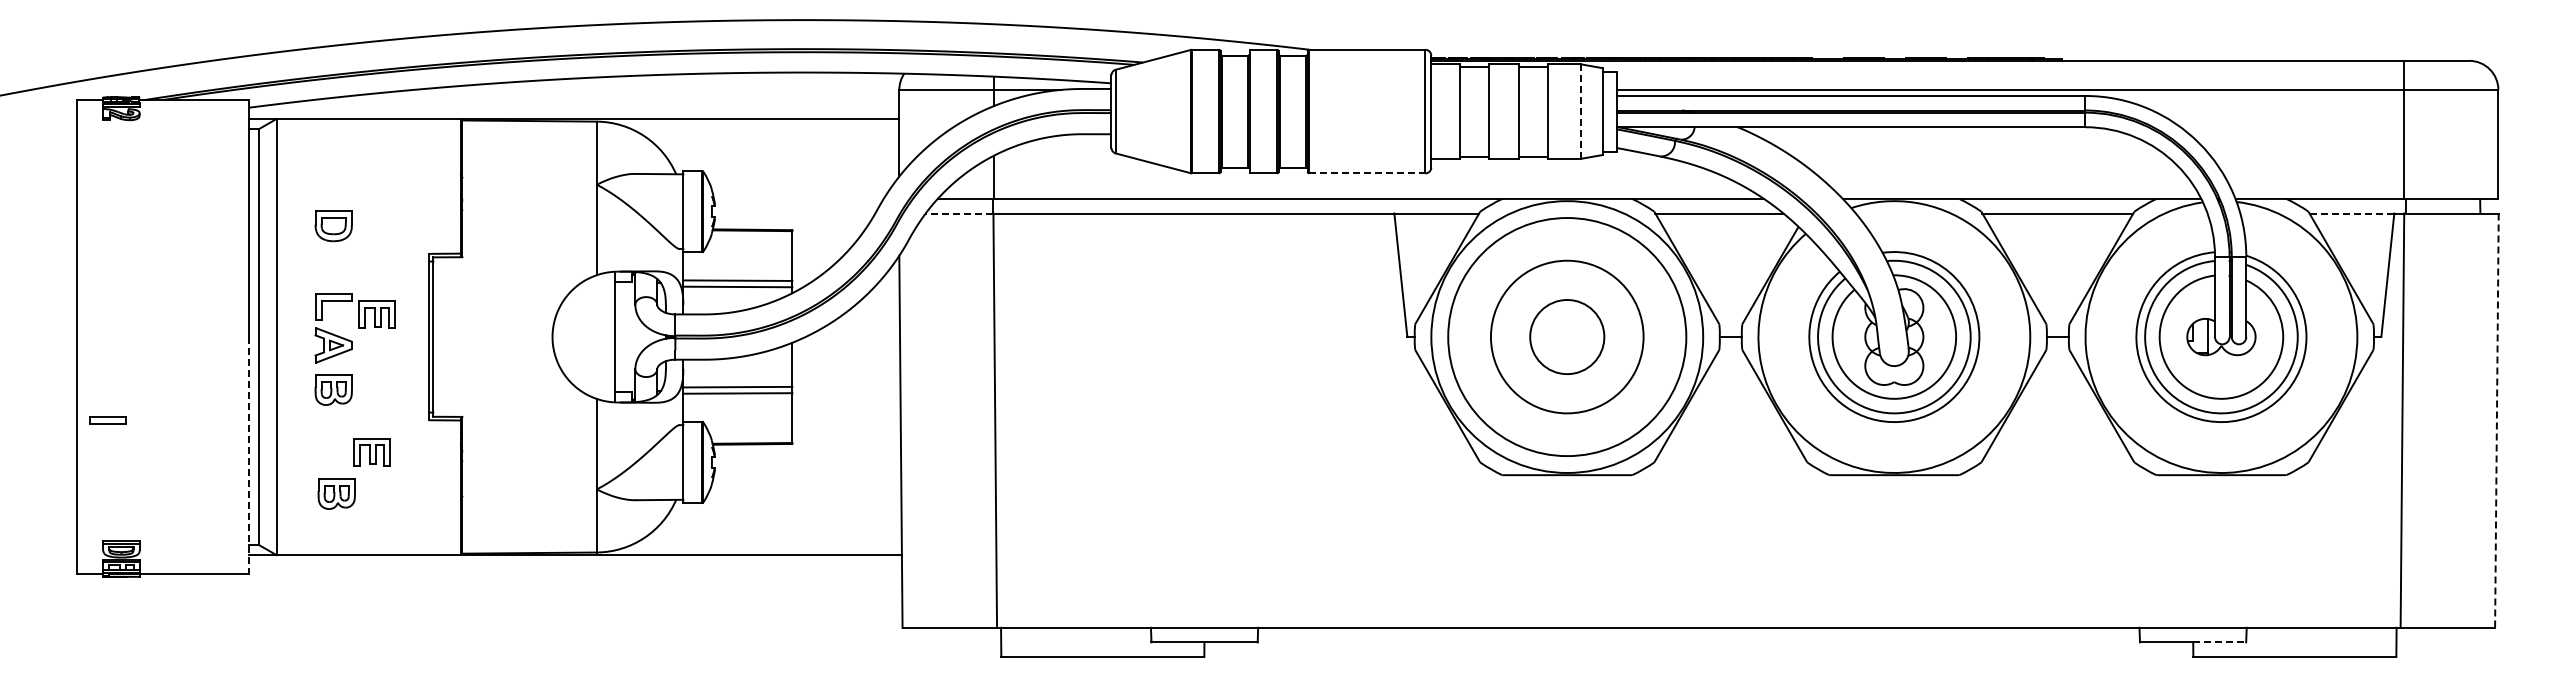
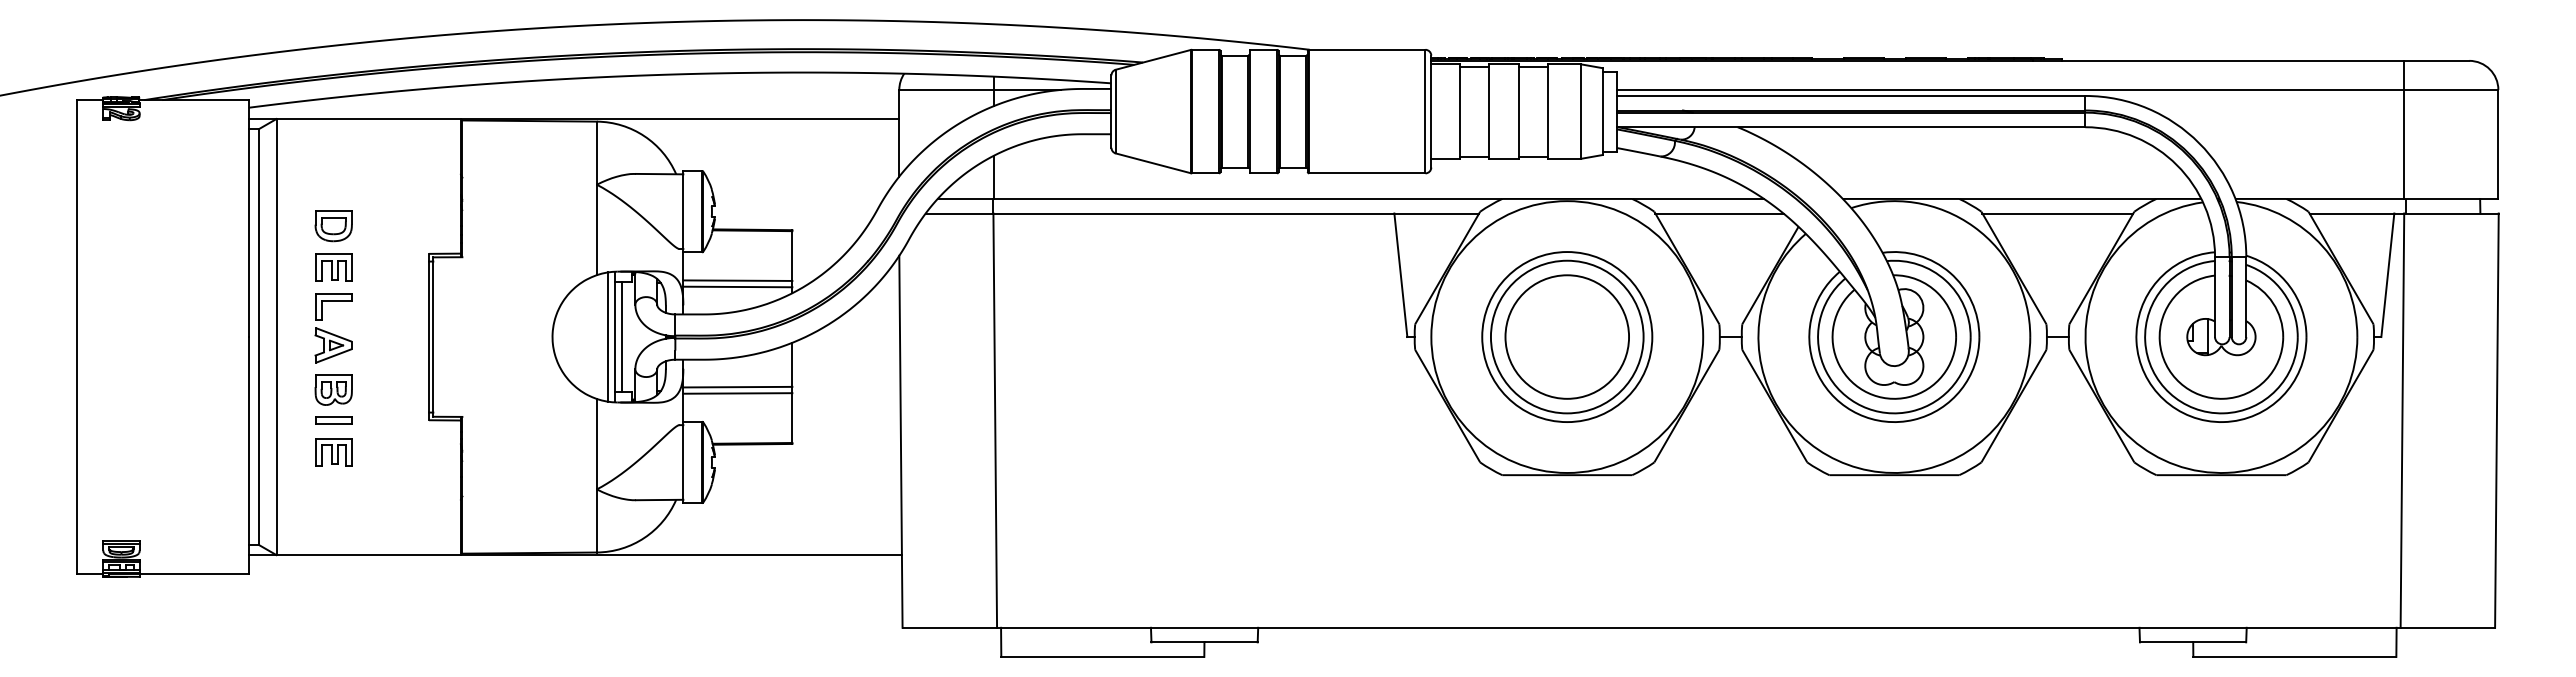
line at (1581, 111): dashed -> solid
line at (1367, 173): dashed -> solid
line at (959, 213): dashed -> solid
line at (2352, 213): dashed -> solid
part at (376, 314) position: (376, 314) -> (333, 267)
line at (607, 336): none -> present
line at (622, 336): none -> present
circle at (1567, 337) diameter: 238 px -> 170 px
circle at (1567, 337) diameter: 74 px -> 124 px
part at (107, 420) position: (107, 420) -> (333, 420)
line at (2496, 421): dashed -> solid
part at (371, 452) position: (371, 452) -> (333, 452)
line at (248, 456): dashed -> solid
part at (336, 493): present -> none
line at (2219, 642): dashed -> solid
